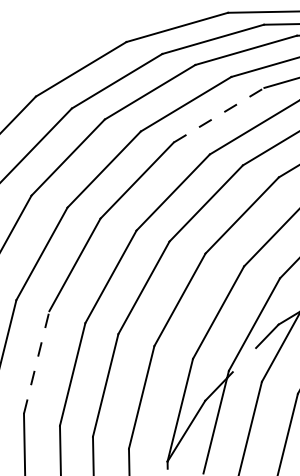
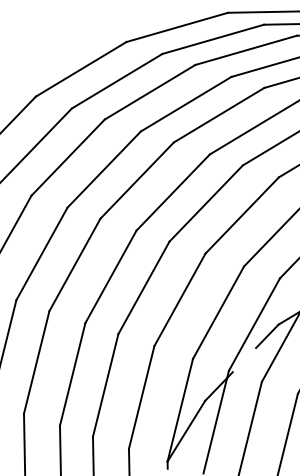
line at (219, 115): dashed -> solid
line at (36, 362): dashed -> solid
